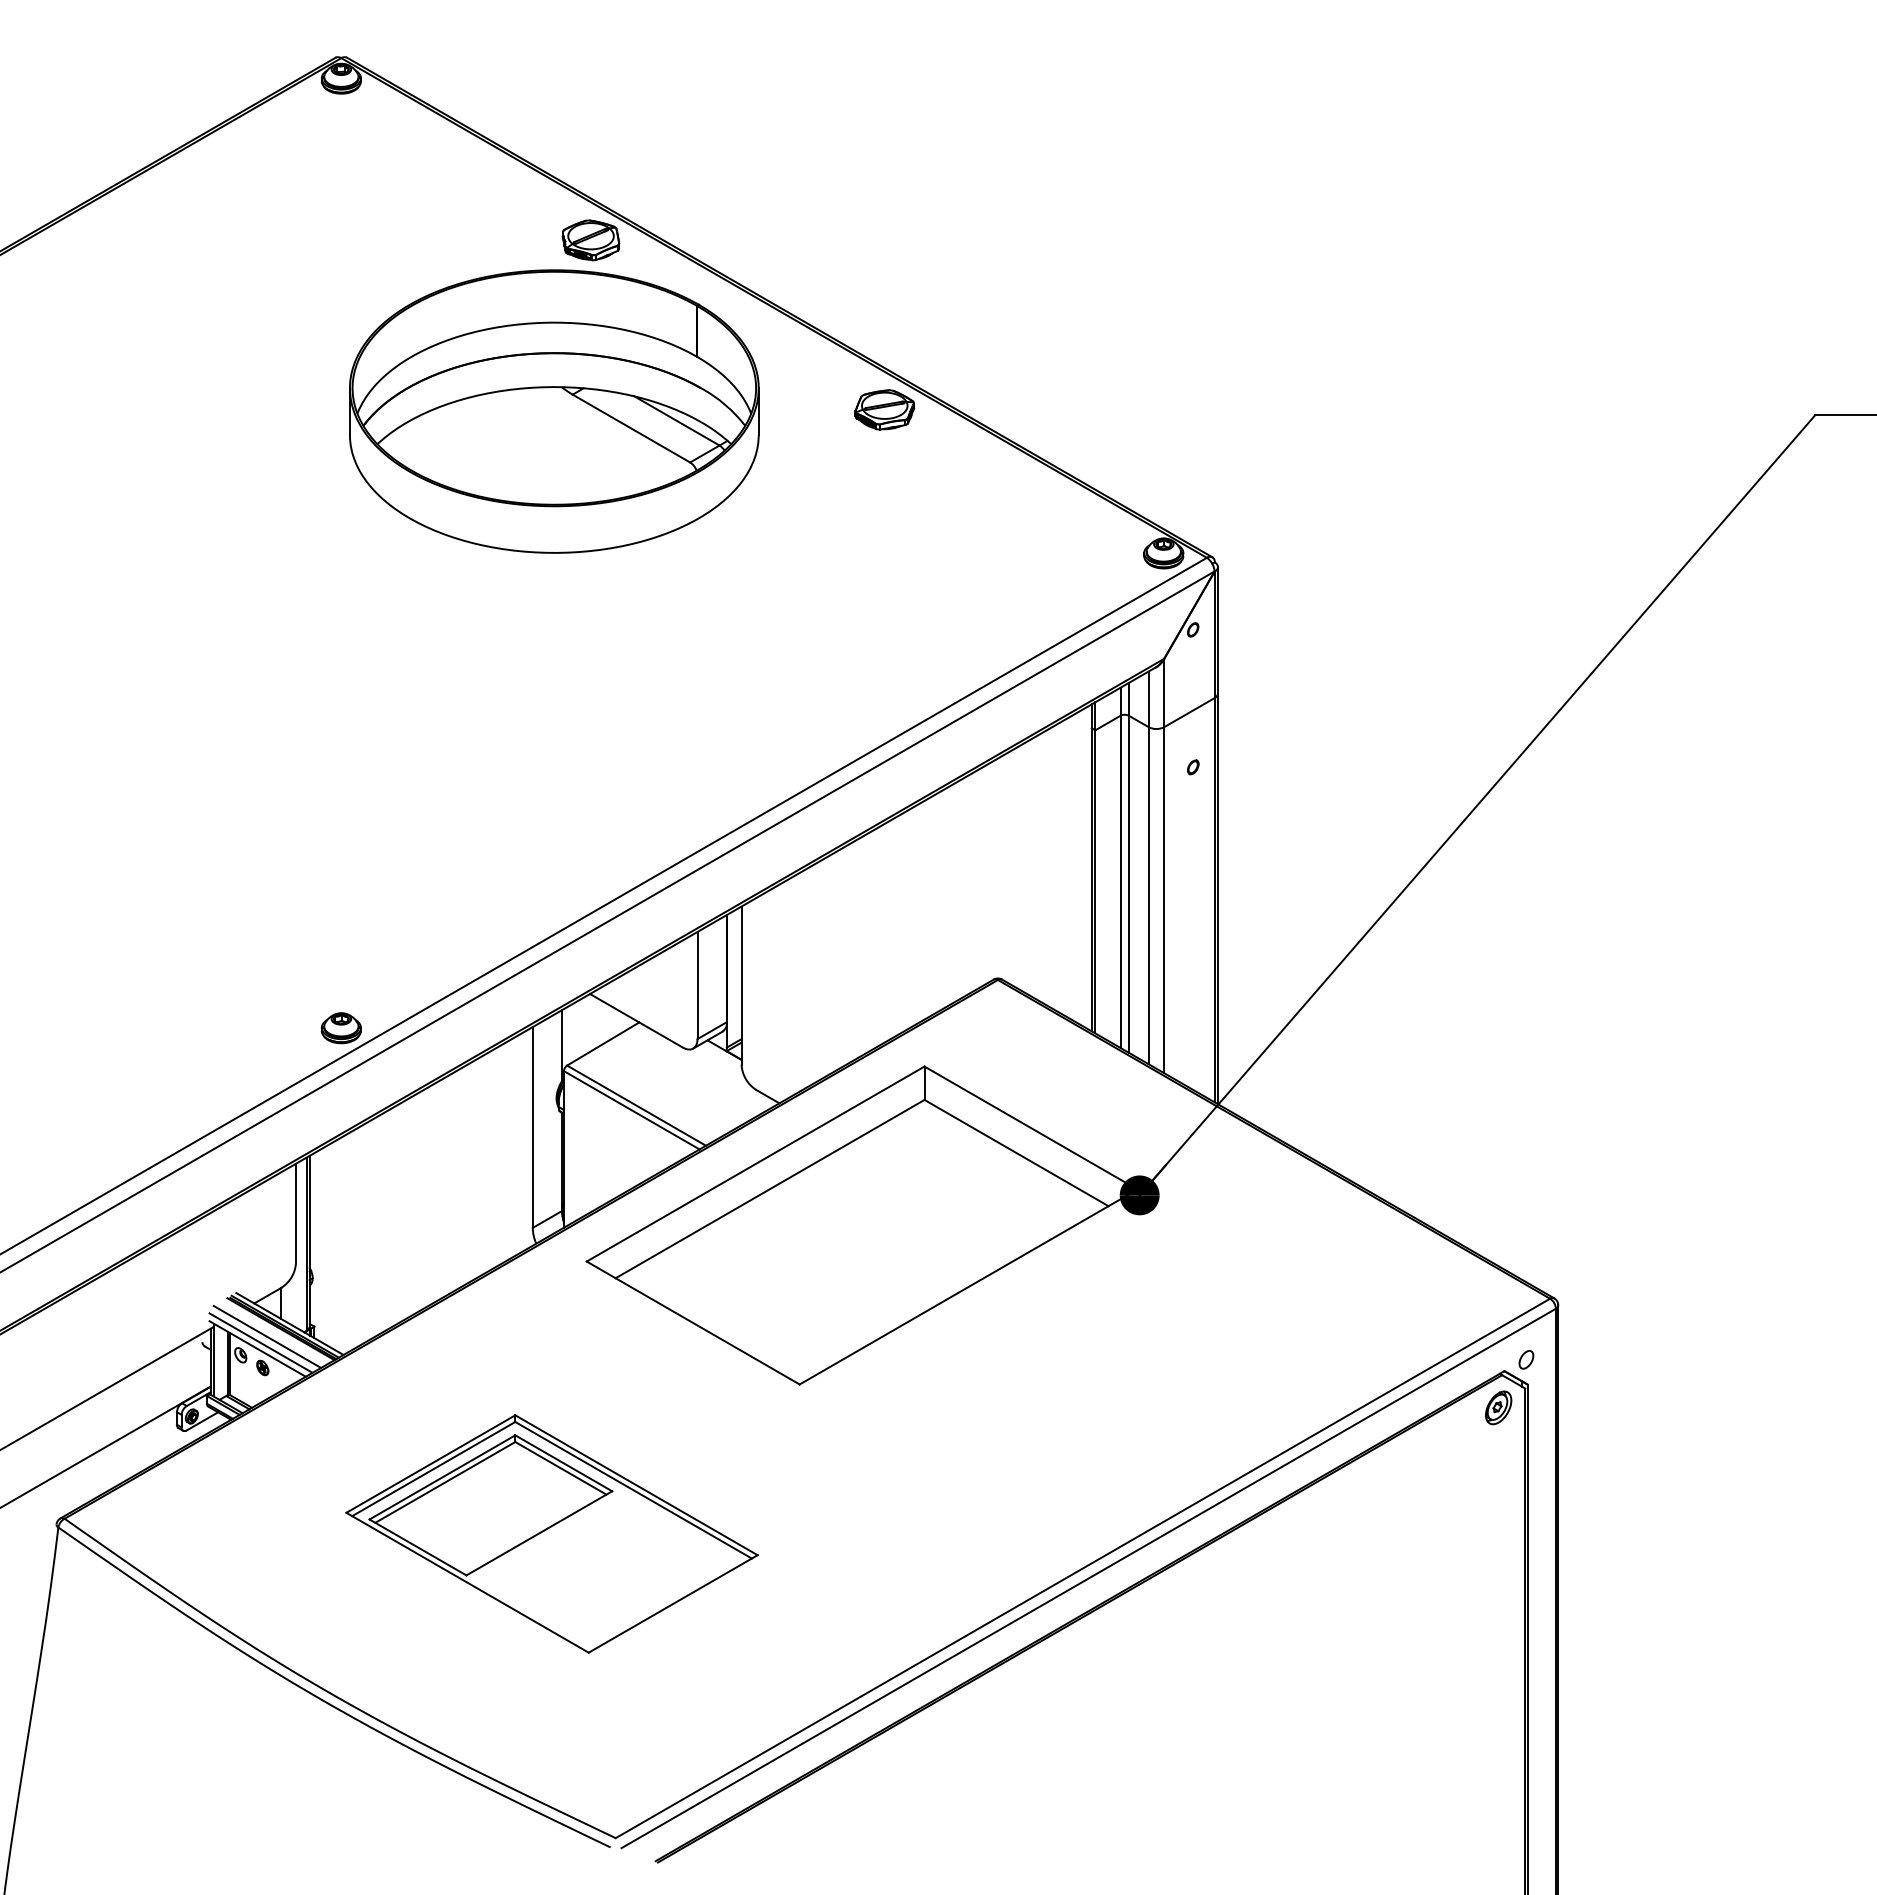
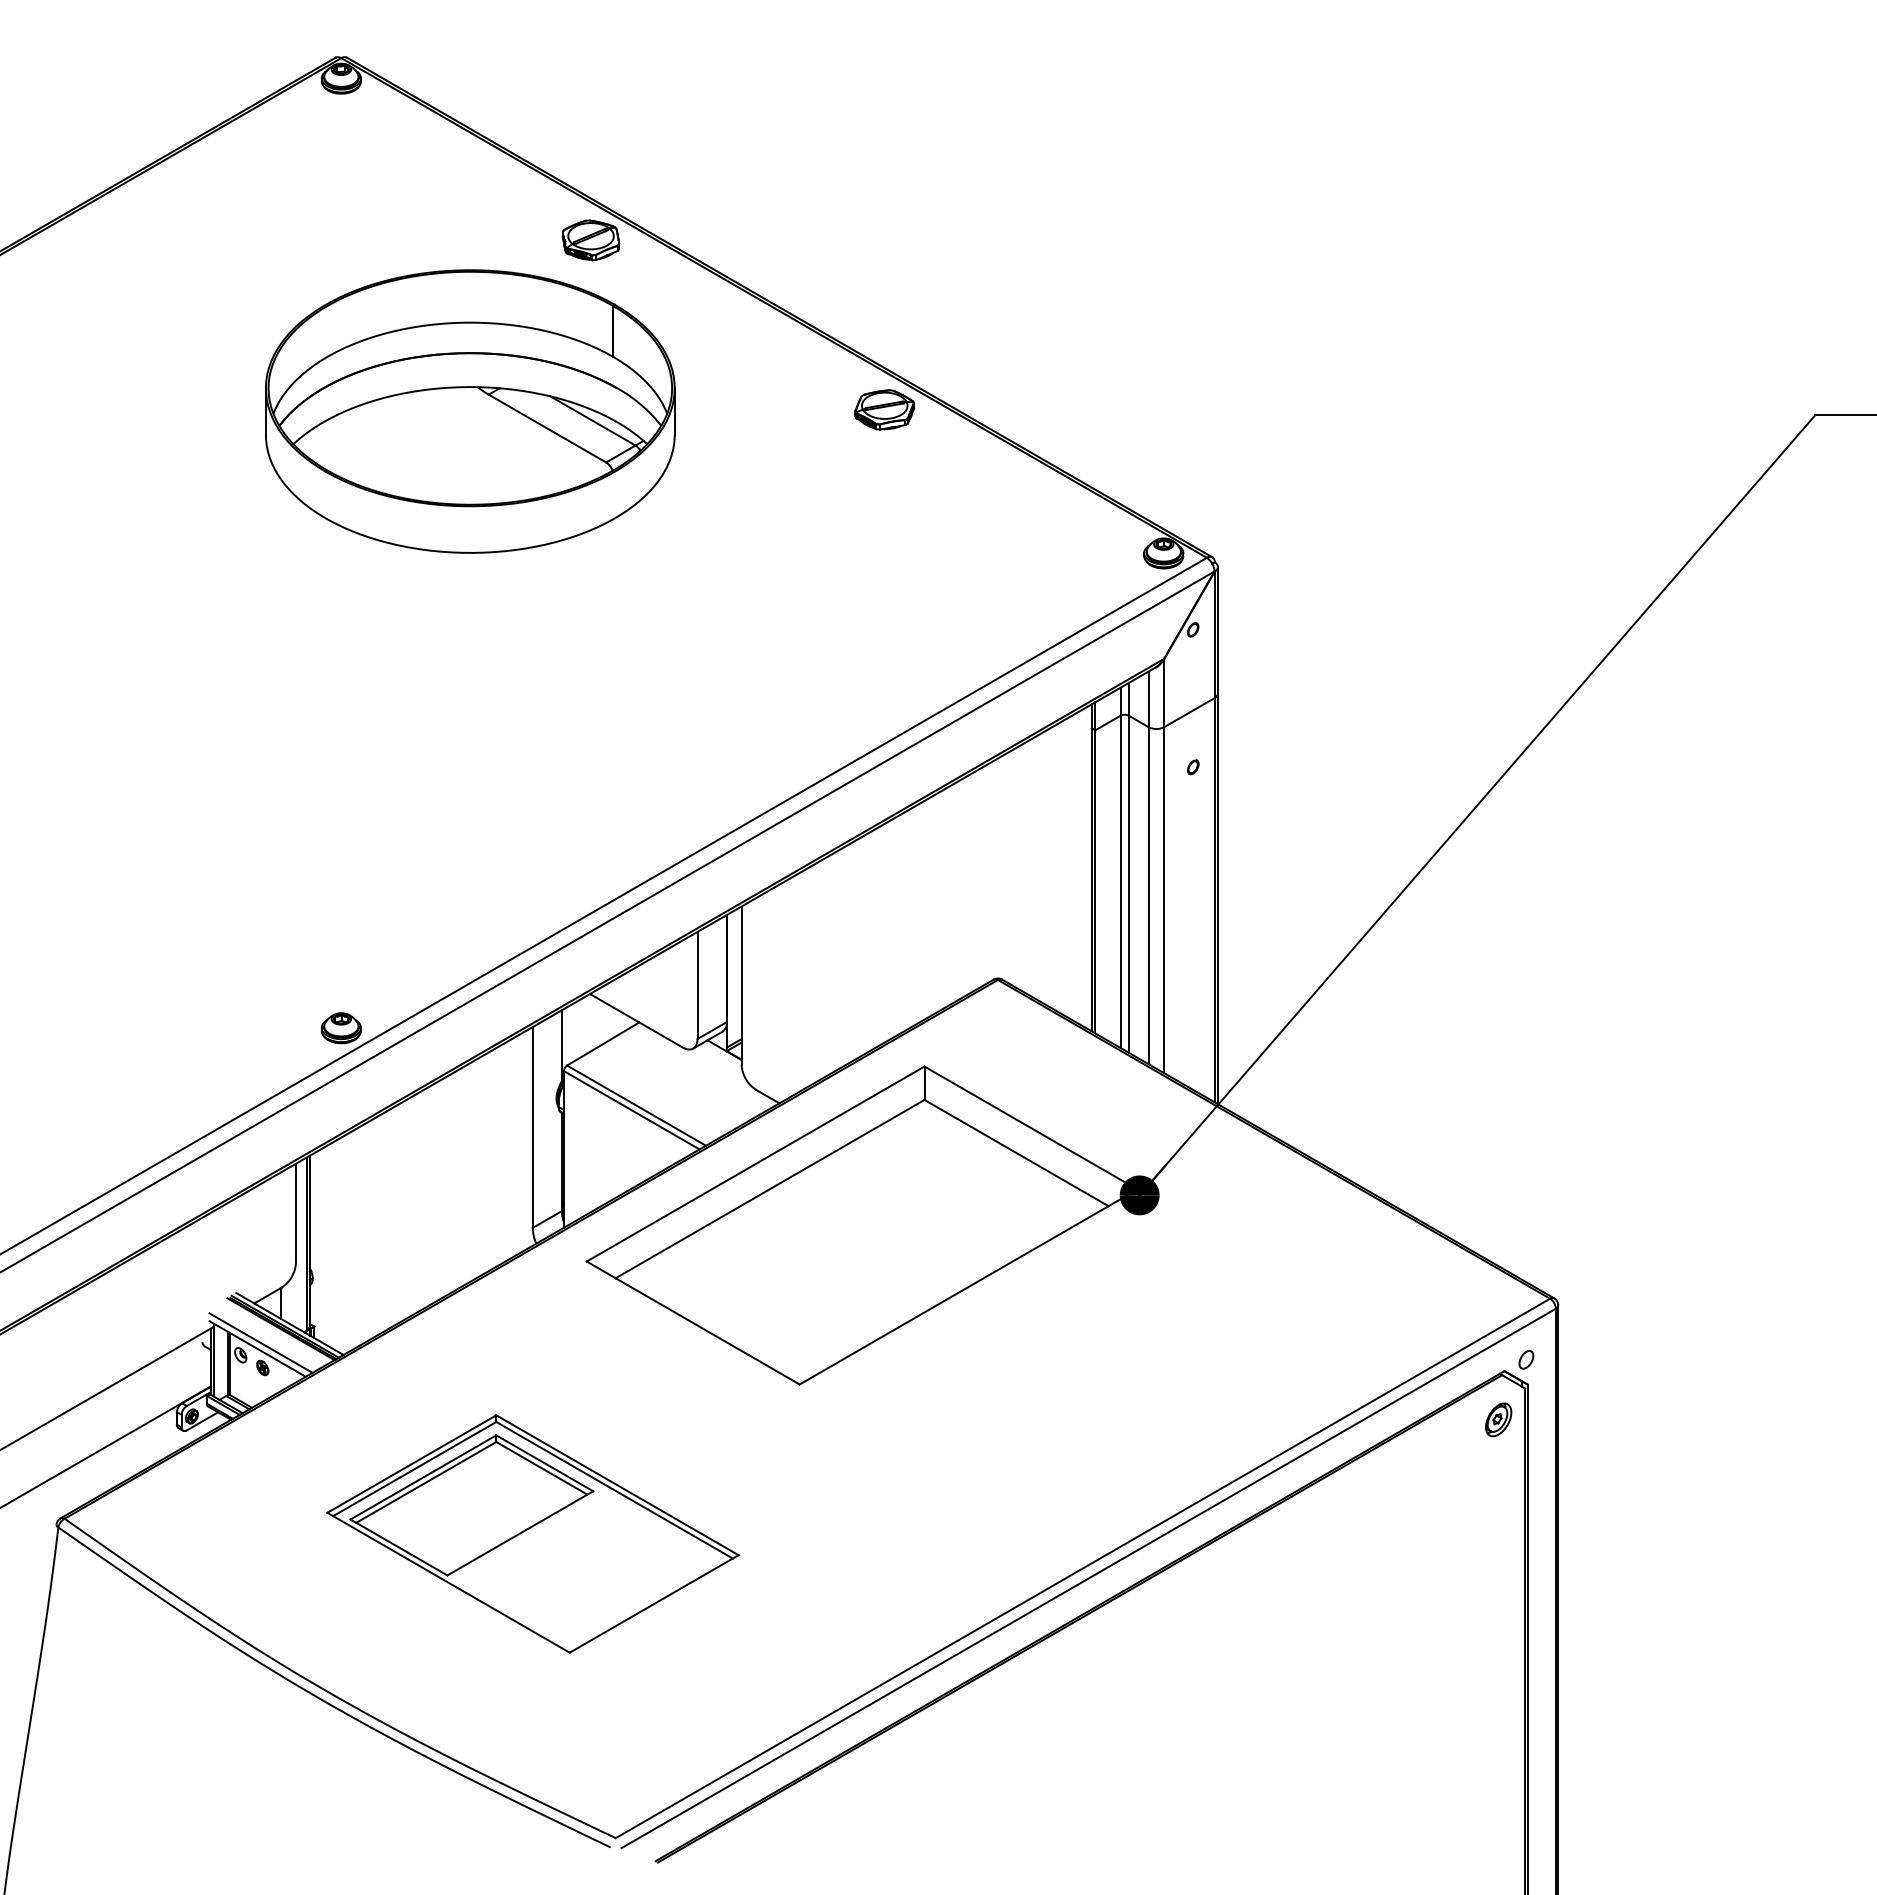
part at (554, 411) position: (554, 411) -> (470, 411)
line at (267, 1336): present -> none
part at (1498, 1407) position: (1498, 1407) -> (1498, 1419)
part at (551, 1533) position: (551, 1533) -> (532, 1533)
